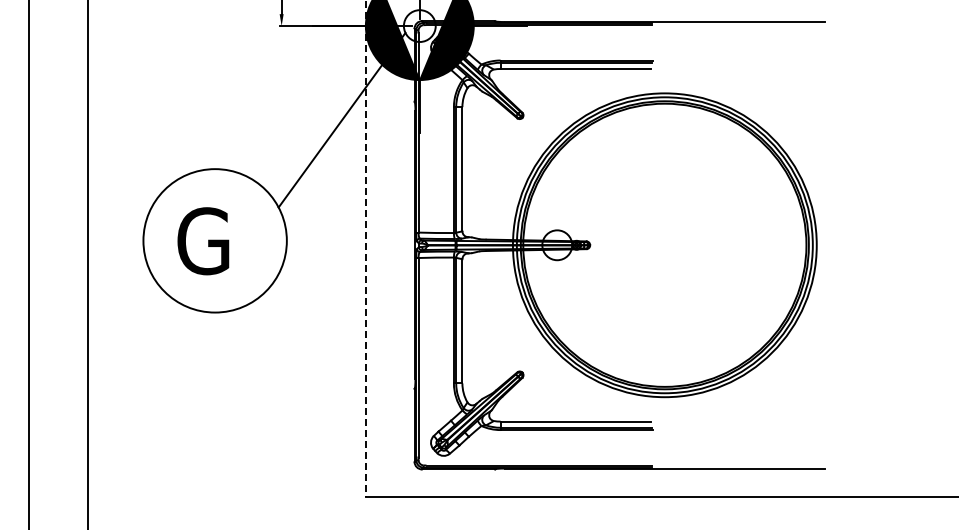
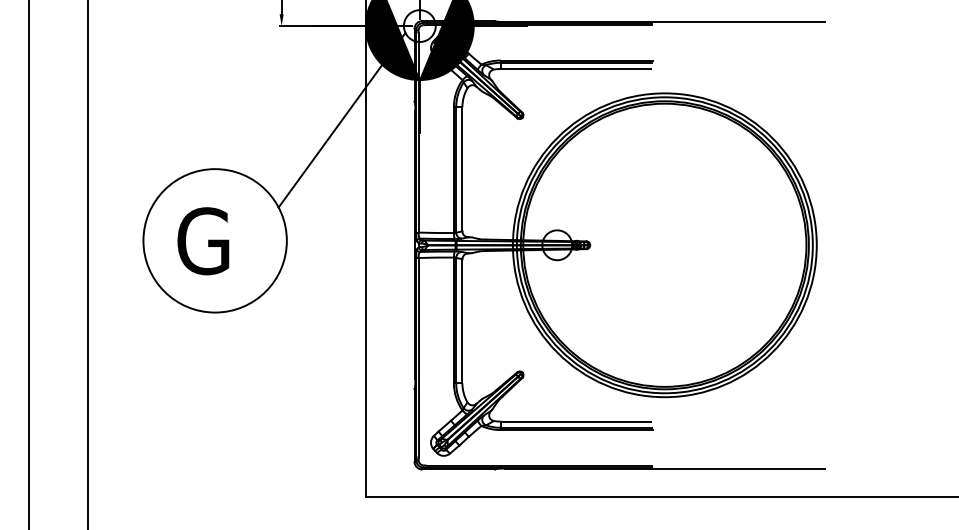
line at (366, 248): dashed -> solid
